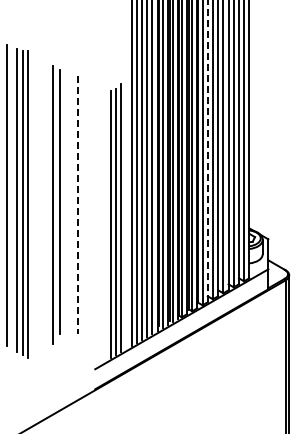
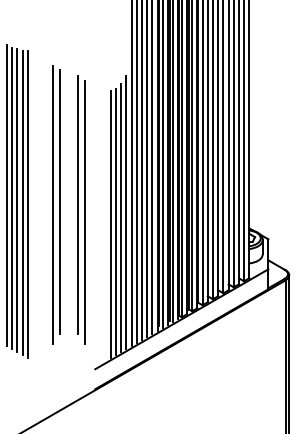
line at (207, 151): dashed -> solid
line at (12, 198): none -> present
line at (78, 205): dashed -> solid
line at (85, 212): none -> present
line at (126, 212): none -> present
